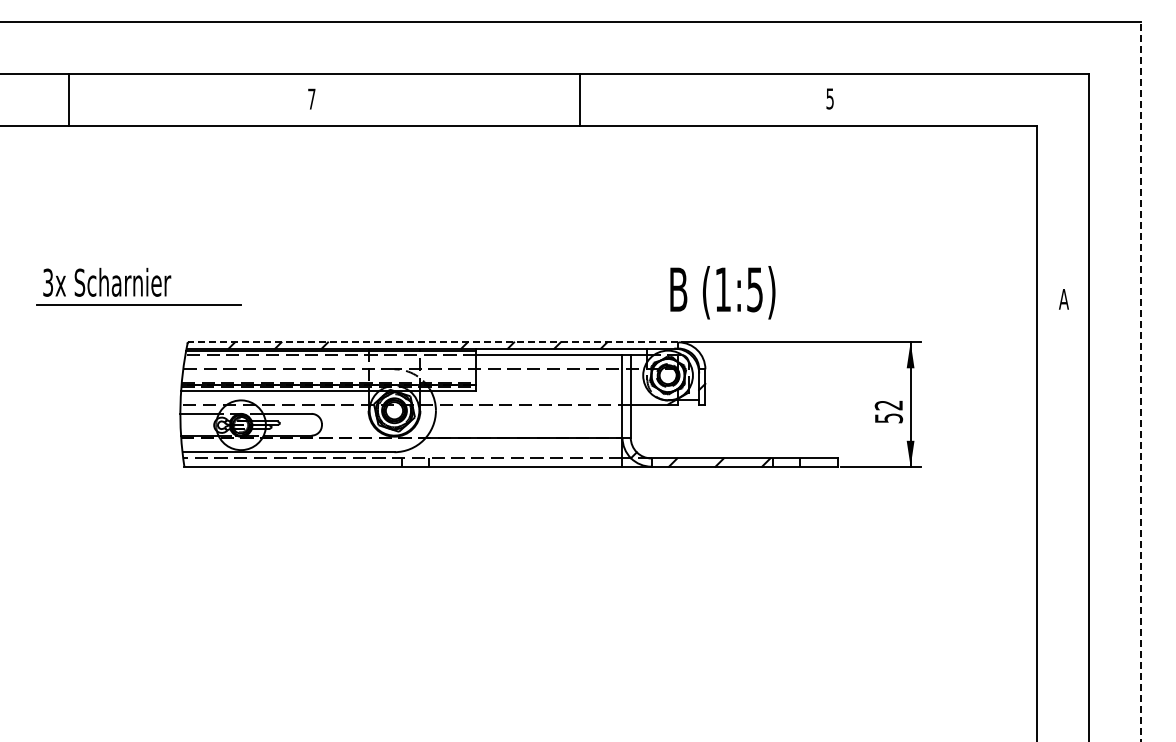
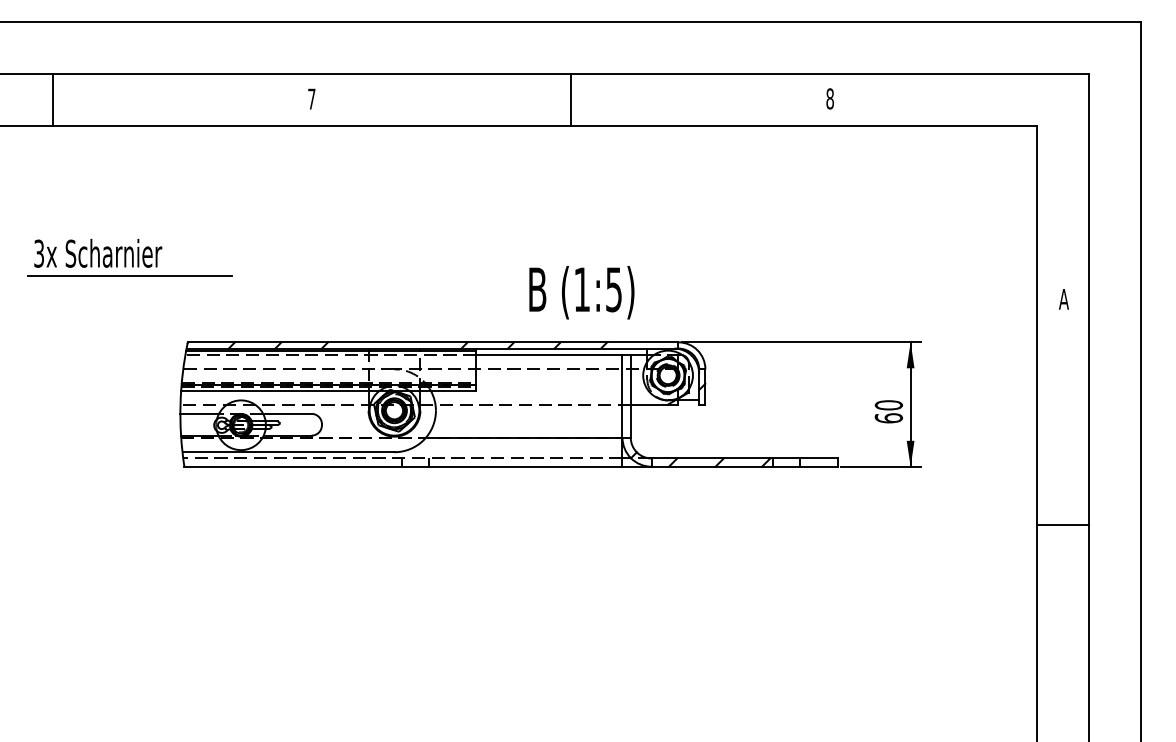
text at (829, 98): 5 -> 8
line at (68, 100) position: (68, 100) -> (52, 100)
line at (579, 100) position: (579, 100) -> (570, 100)
part at (138, 286) position: (138, 286) -> (129, 257)
text at (722, 292) position: (722, 292) -> (581, 292)
line at (432, 342): dashed -> solid
line at (1140, 381): dashed -> solid
text at (888, 411): 52 -> 60
line at (1062, 525): none -> present
